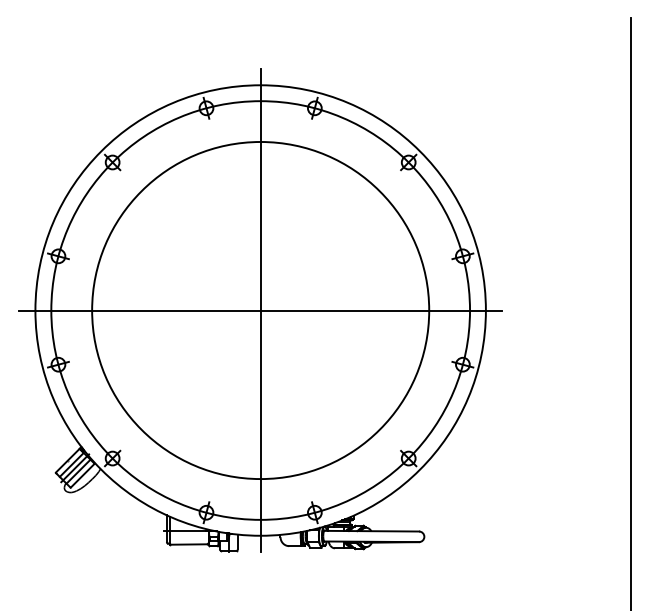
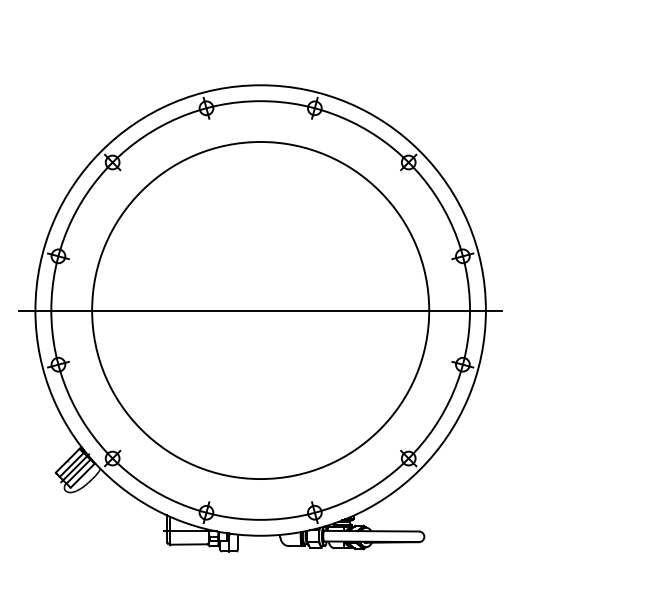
line at (260, 310): present -> none
line at (630, 312): present -> none
